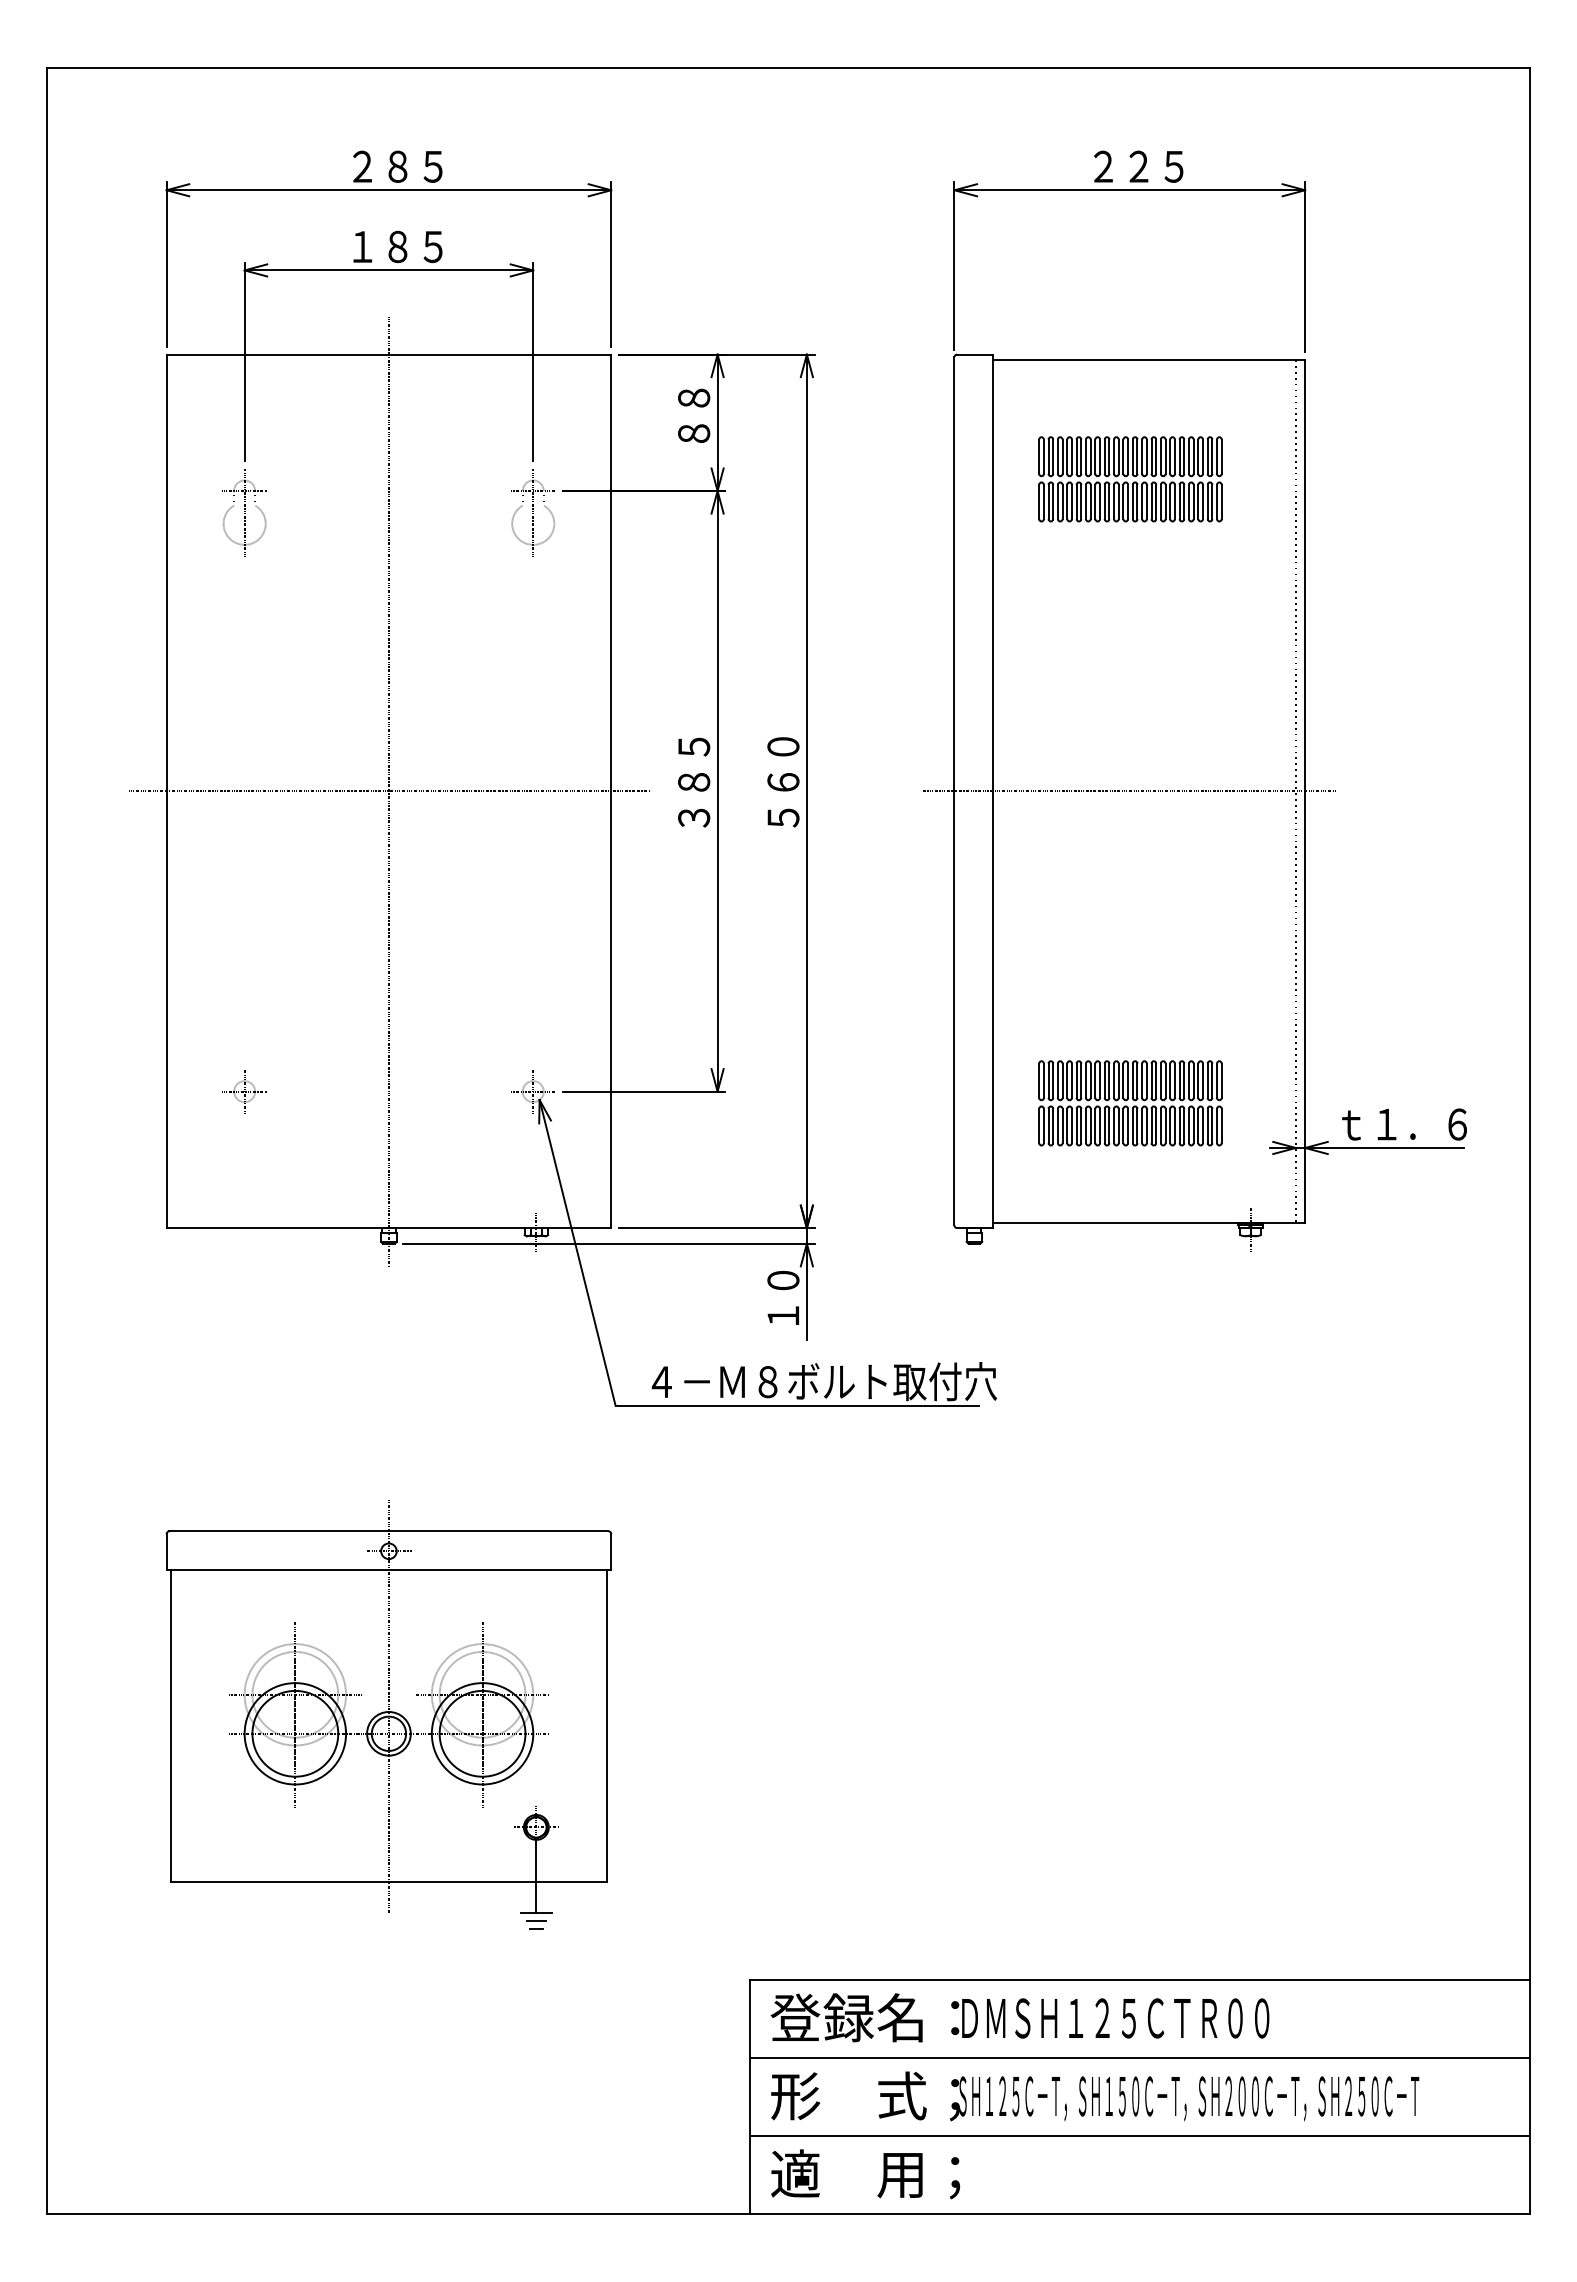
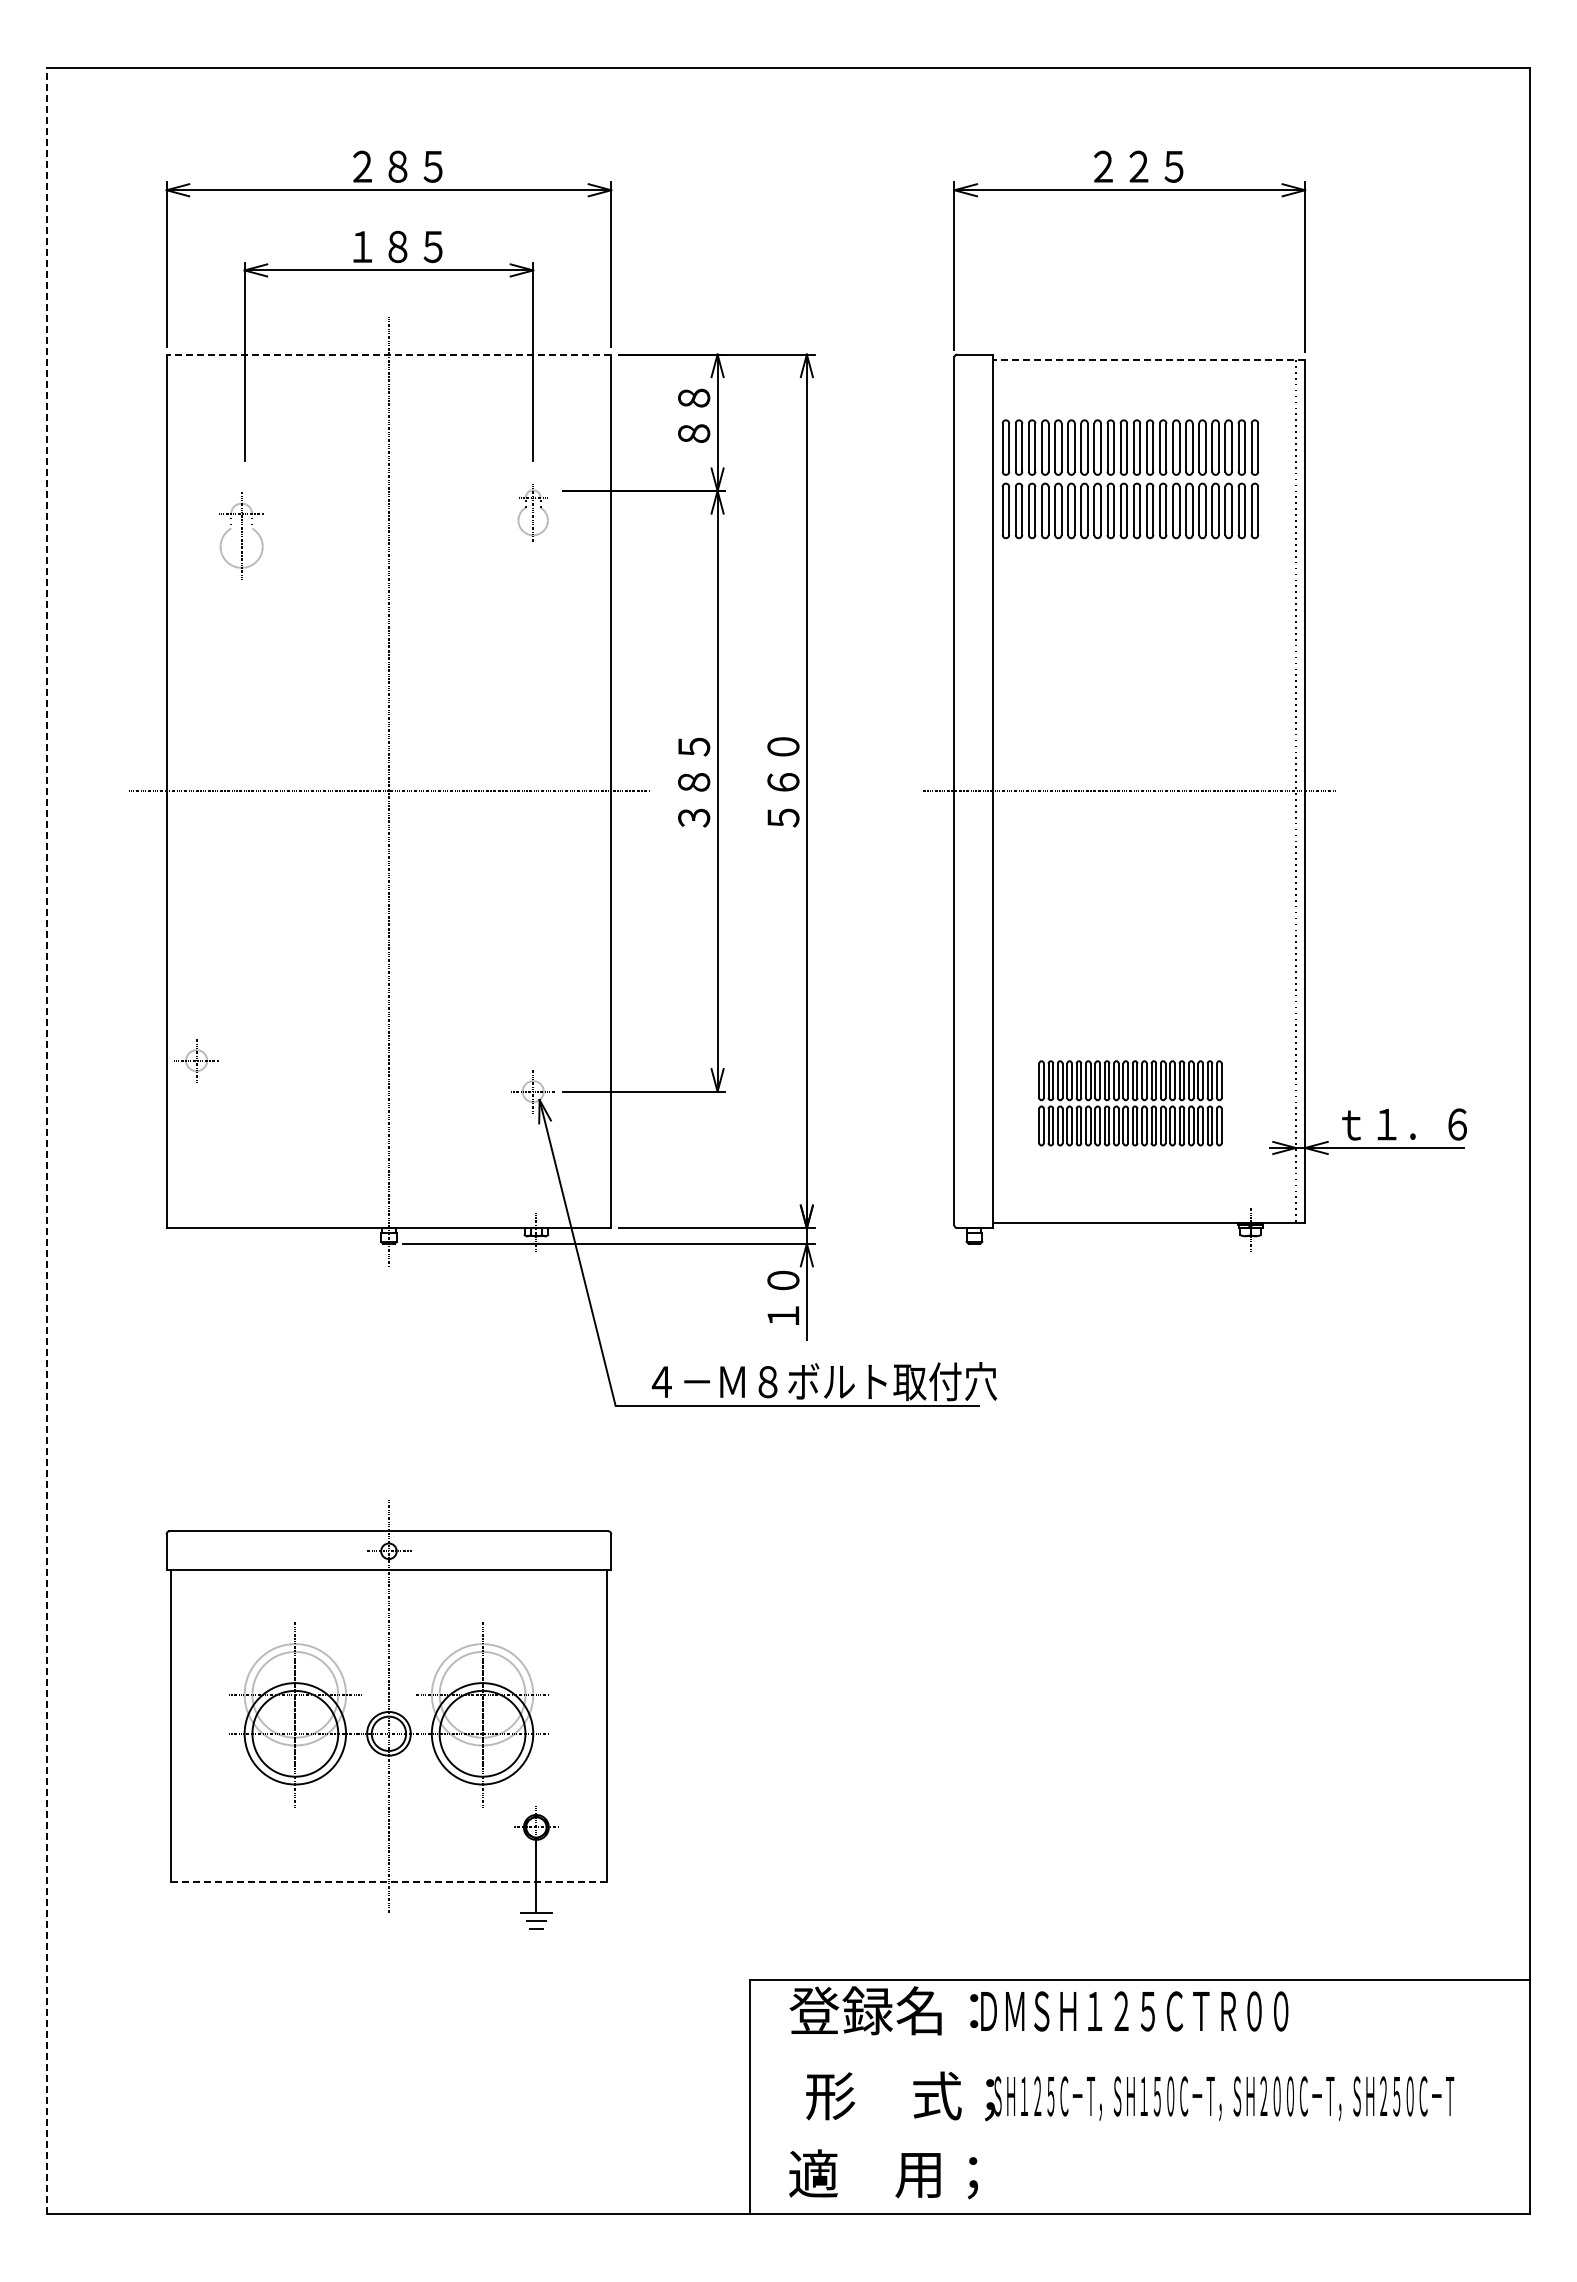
line at (388, 354): solid -> dashed
line at (1149, 360): solid -> dashed
part at (1130, 479) size: 185x87 px -> 259x121 px
part at (244, 512) position: (244, 512) -> (241, 535)
part at (532, 512) size: 44x88 px -> 32x58 px
part at (244, 1091) position: (244, 1091) -> (196, 1060)
line at (47, 1141): solid -> dashed
line at (388, 1882): solid -> dashed
text at (1019, 2017) position: (1019, 2017) -> (1038, 2010)
line at (1139, 2057): present -> none
text at (1095, 2096) position: (1095, 2096) -> (1130, 2096)
line at (1139, 2135): present -> none
text at (865, 2174) position: (865, 2174) -> (883, 2174)
